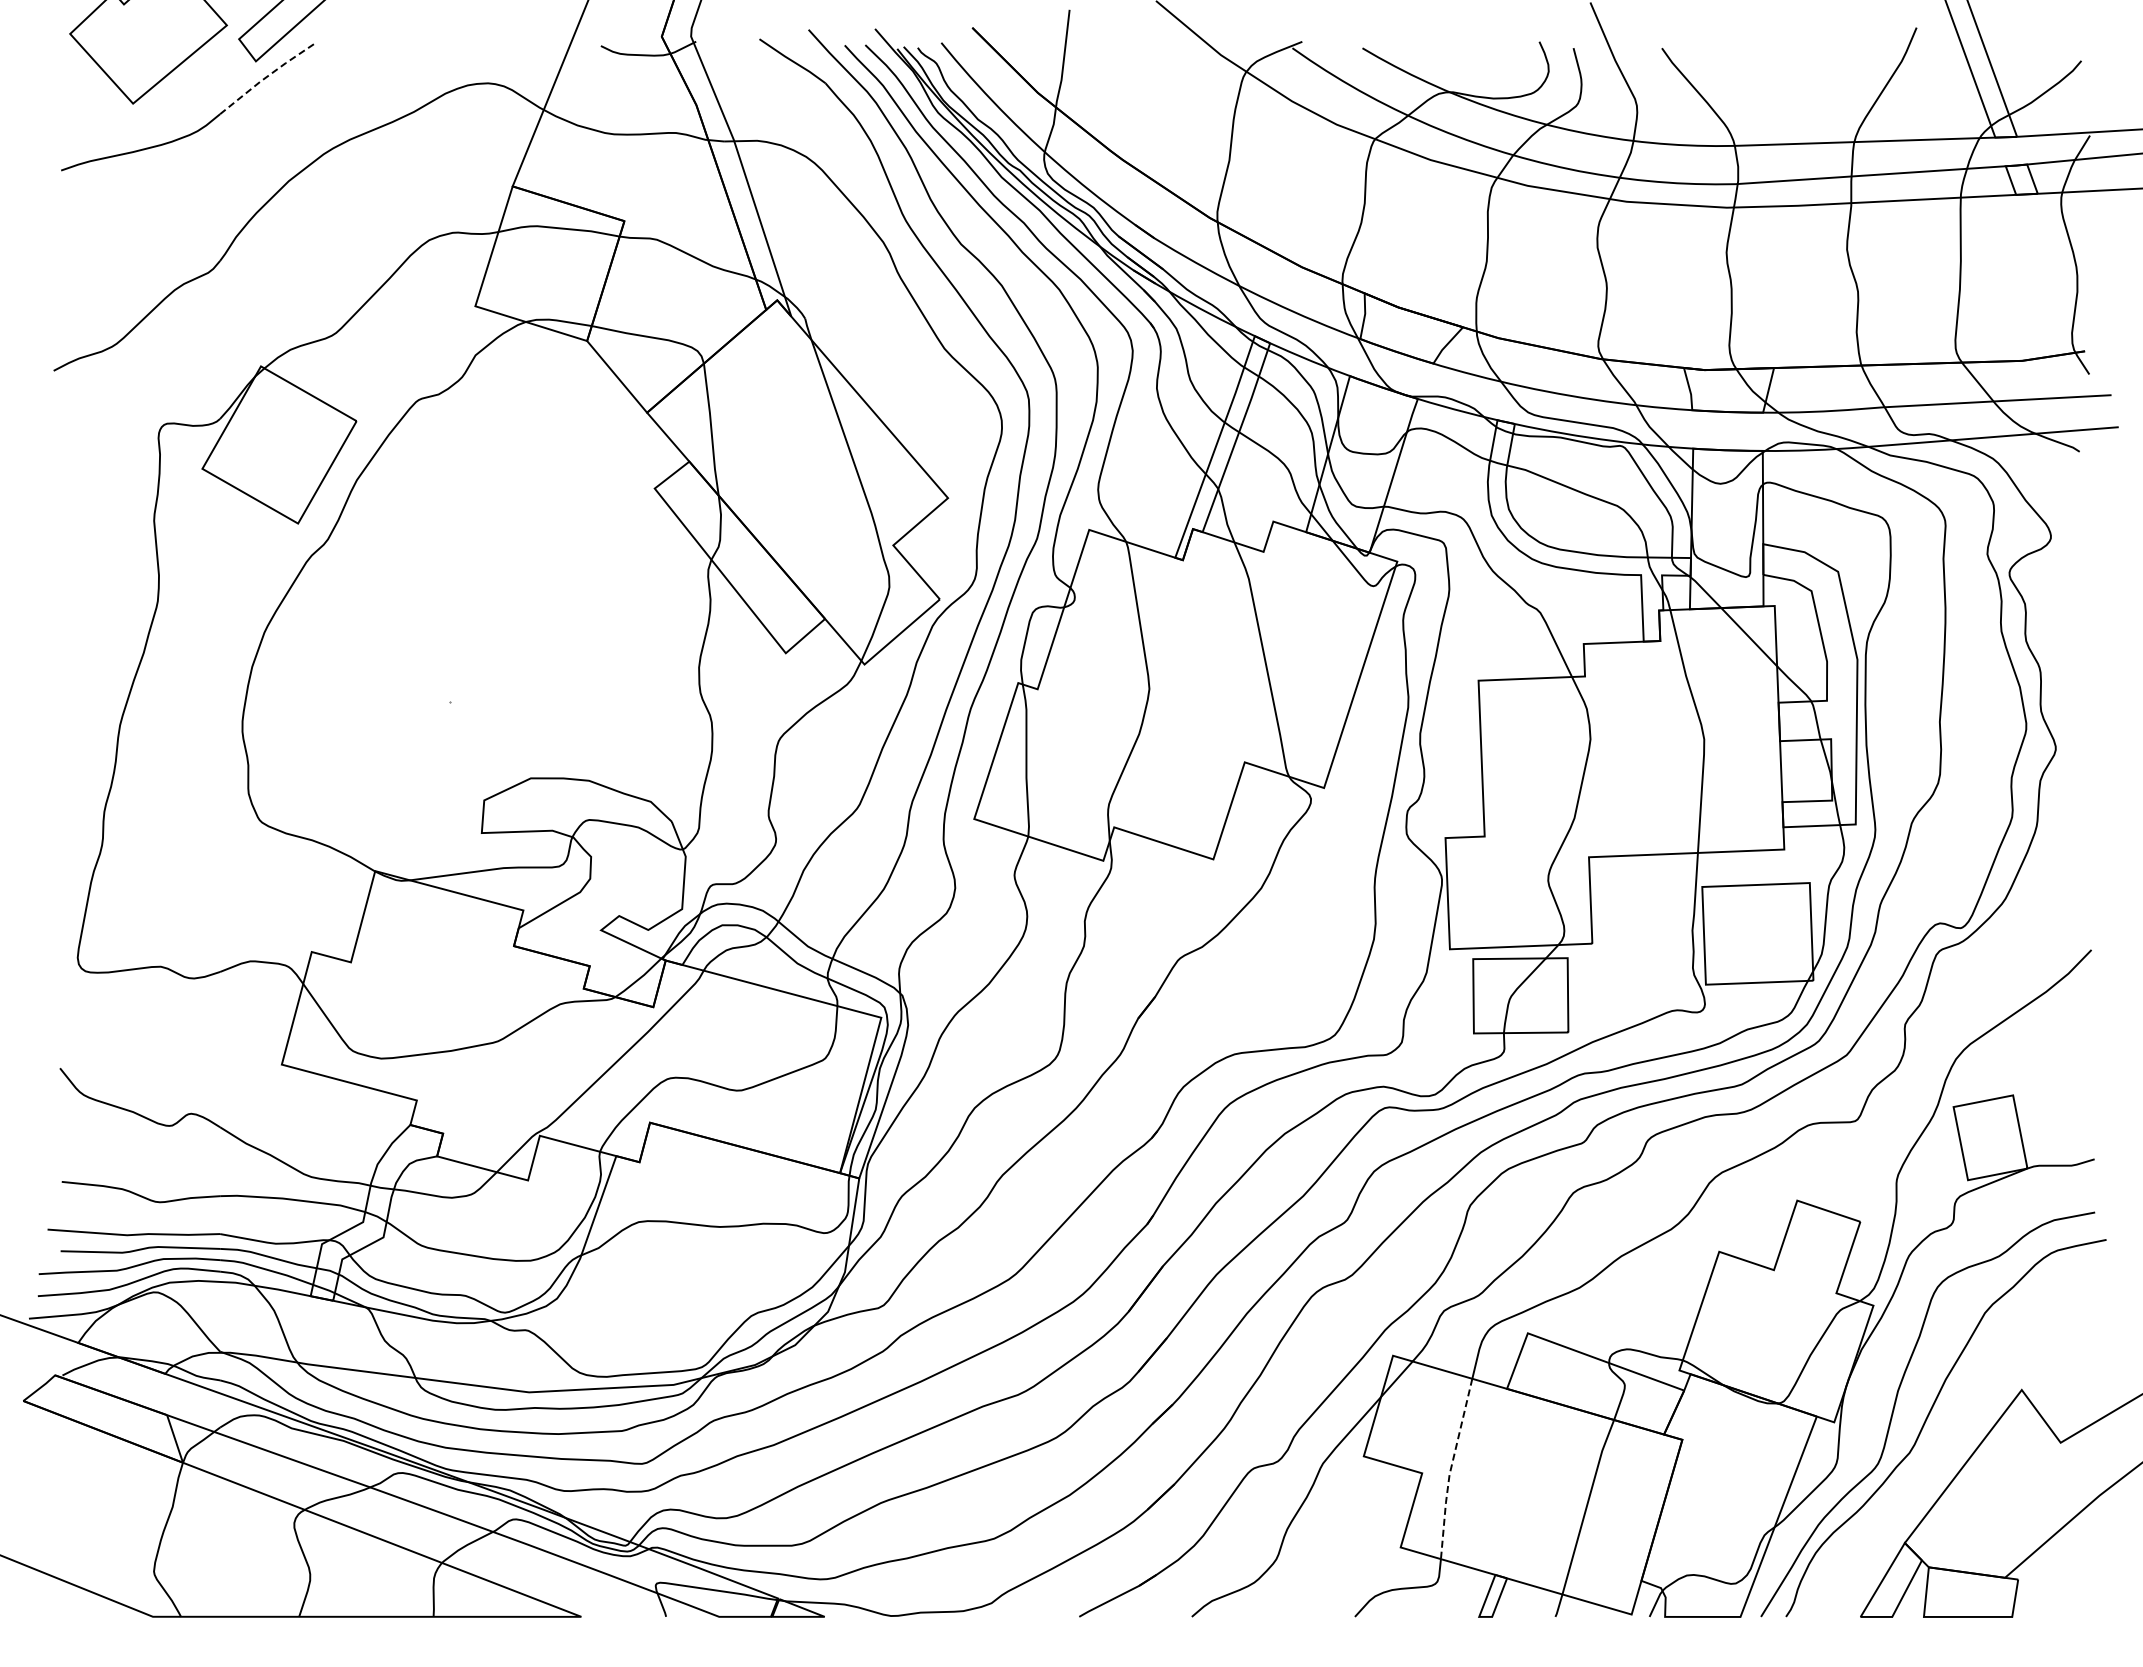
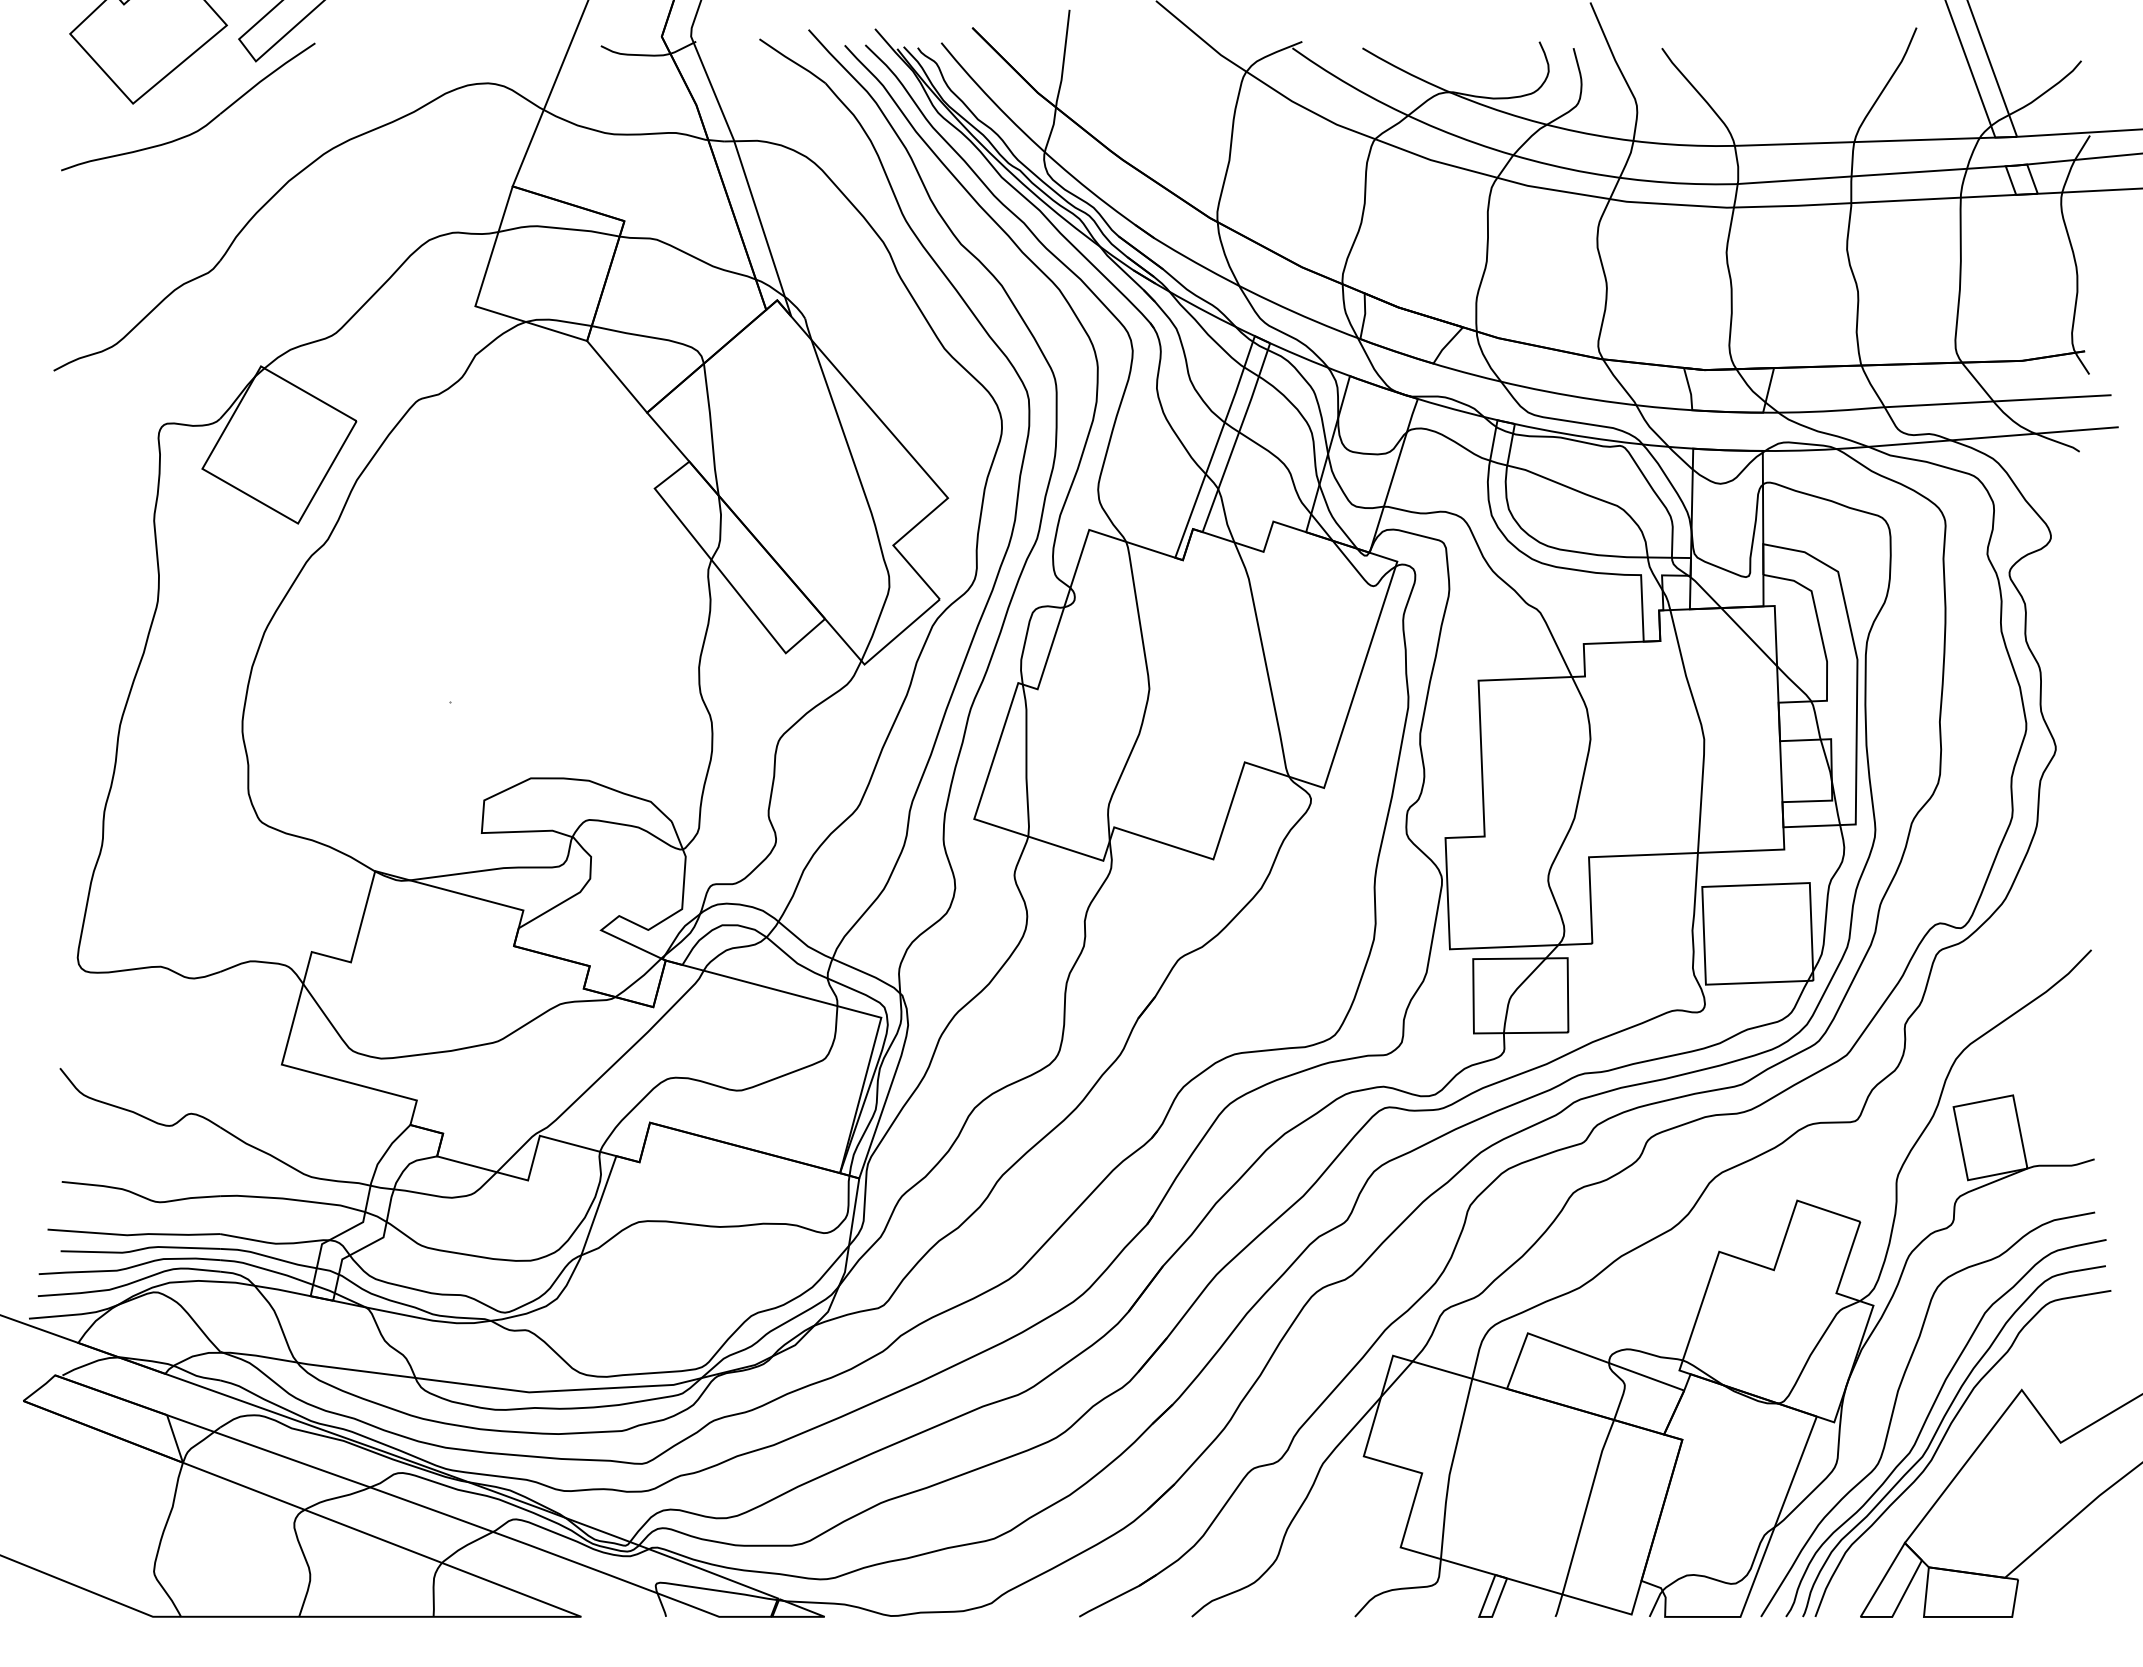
line at (266, 77): dashed -> solid
part at (1945, 1436): none -> present
line at (1450, 1470): dashed -> solid
